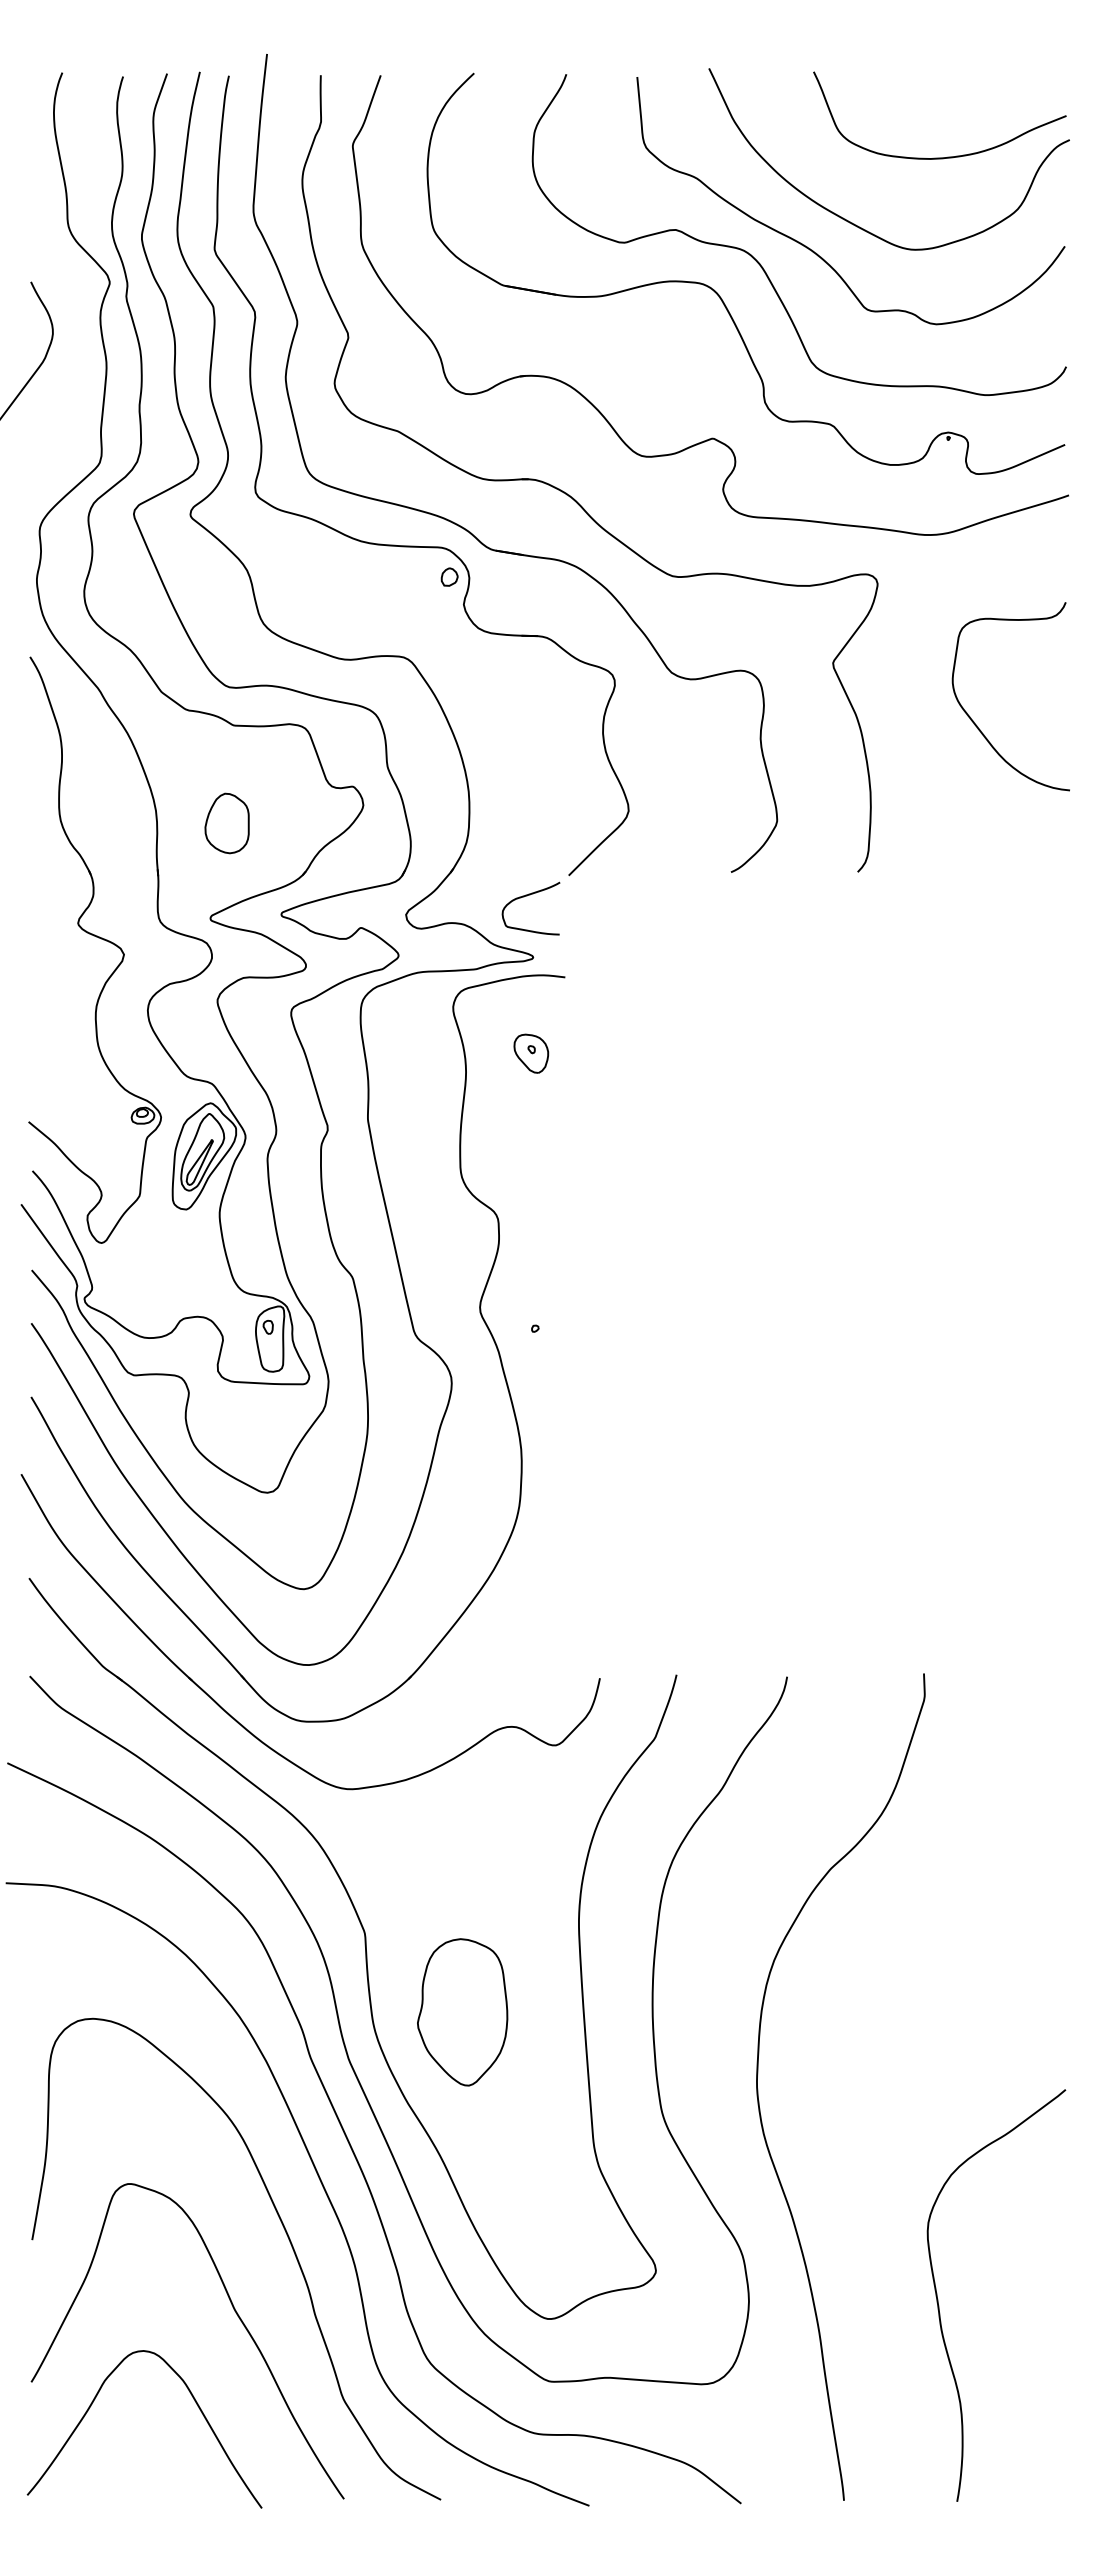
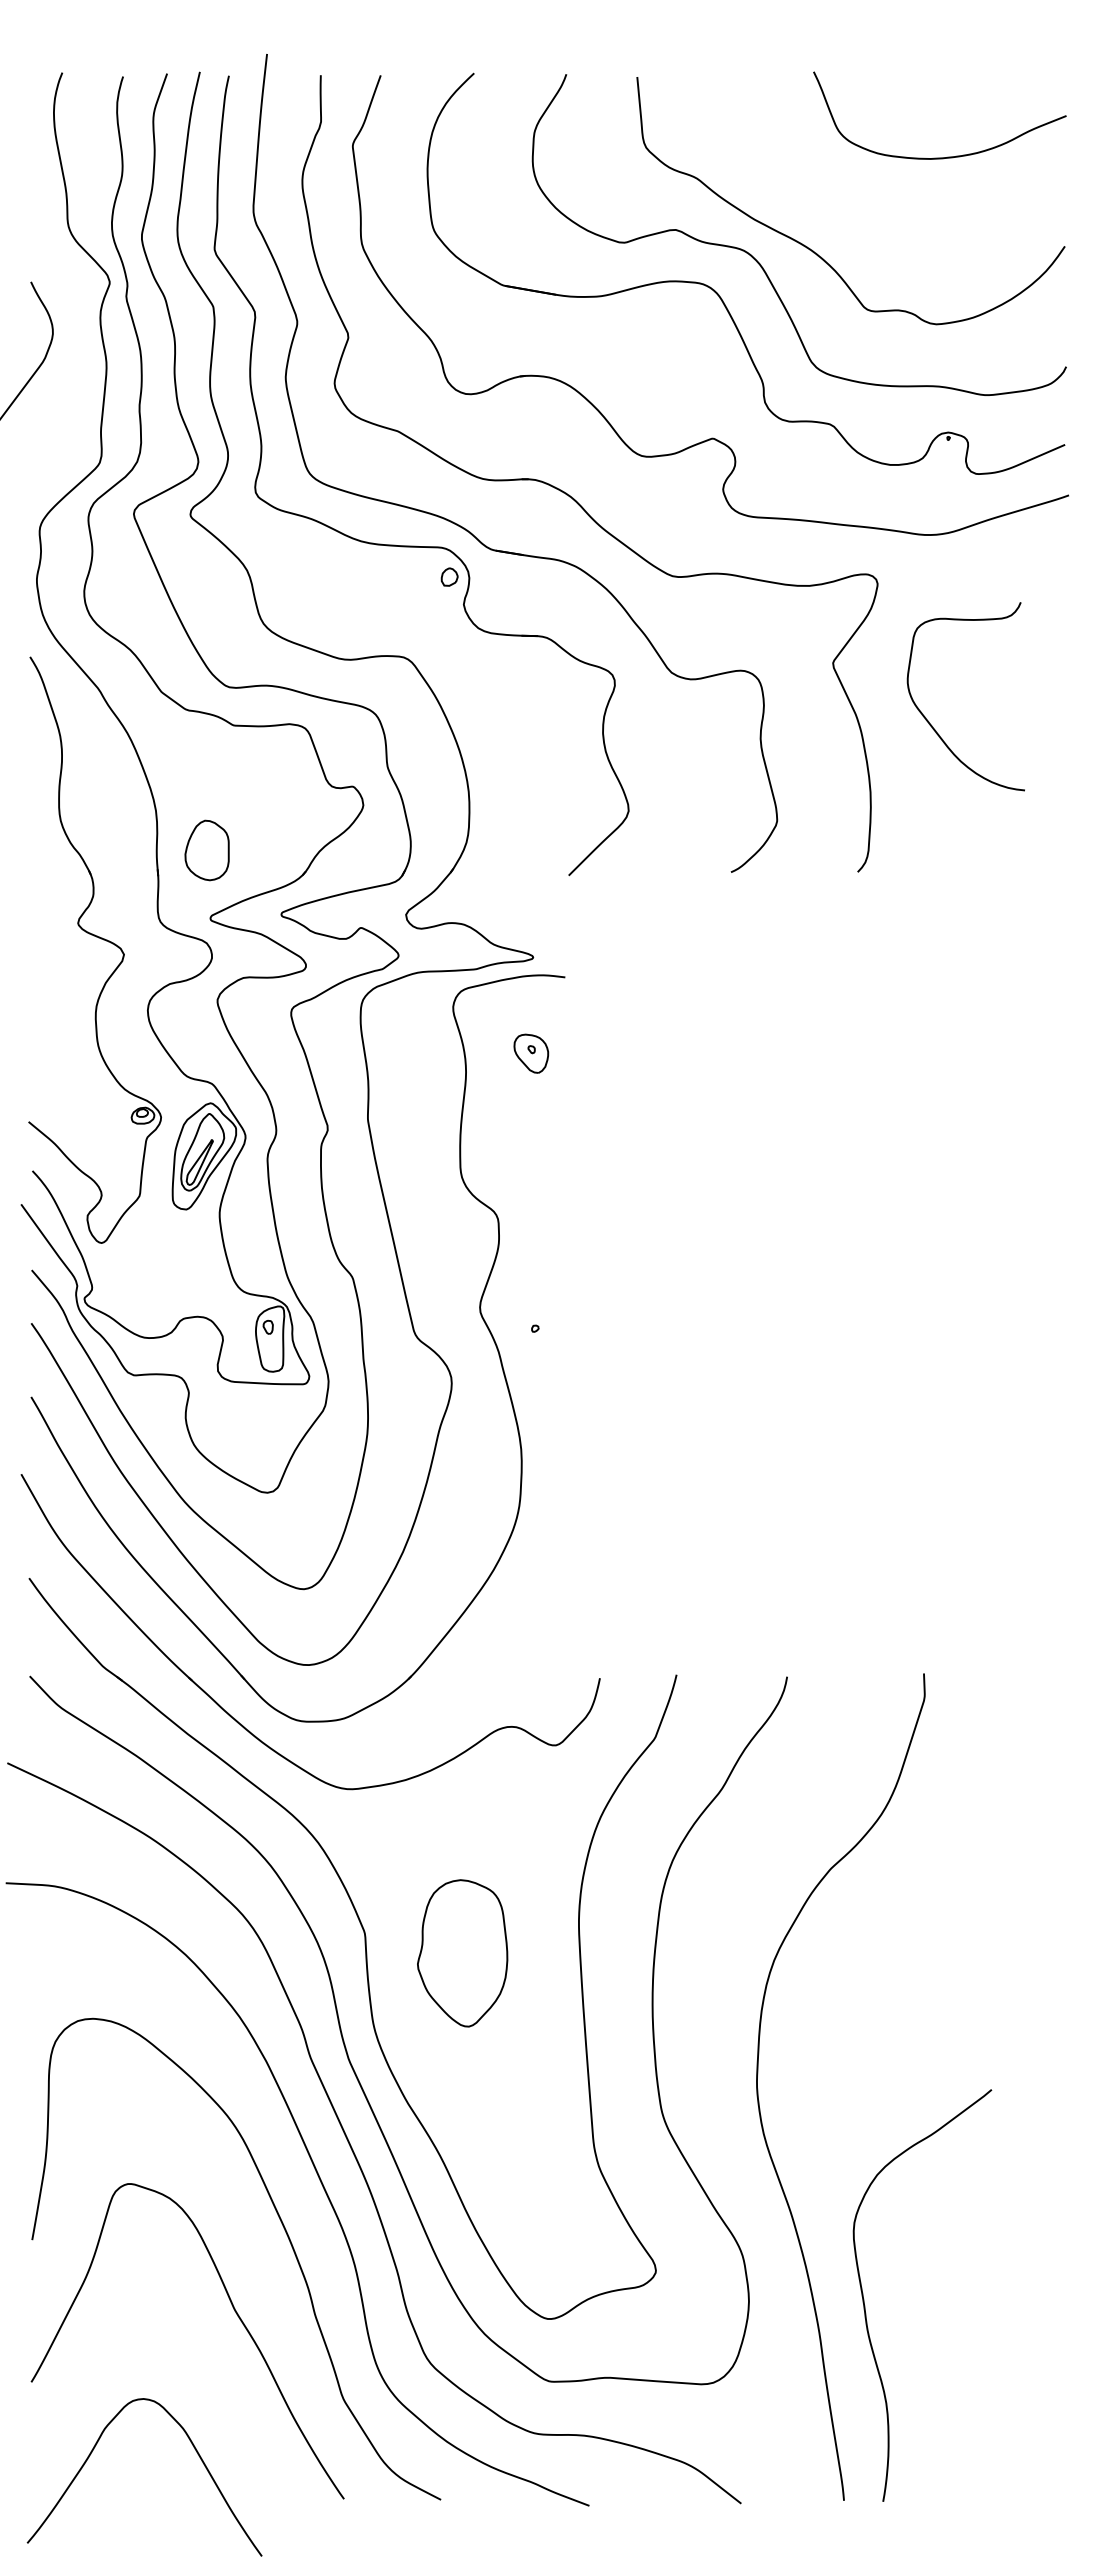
curve at (856, 224): present -> none
curve at (974, 721) position: (974, 721) -> (929, 721)
part at (226, 823) position: (226, 823) -> (206, 850)
curve at (527, 896): present -> none
part at (462, 2012) position: (462, 2012) -> (462, 1953)
curve at (939, 2305) position: (939, 2305) -> (865, 2305)
curve at (94, 2401) position: (94, 2401) -> (94, 2449)
